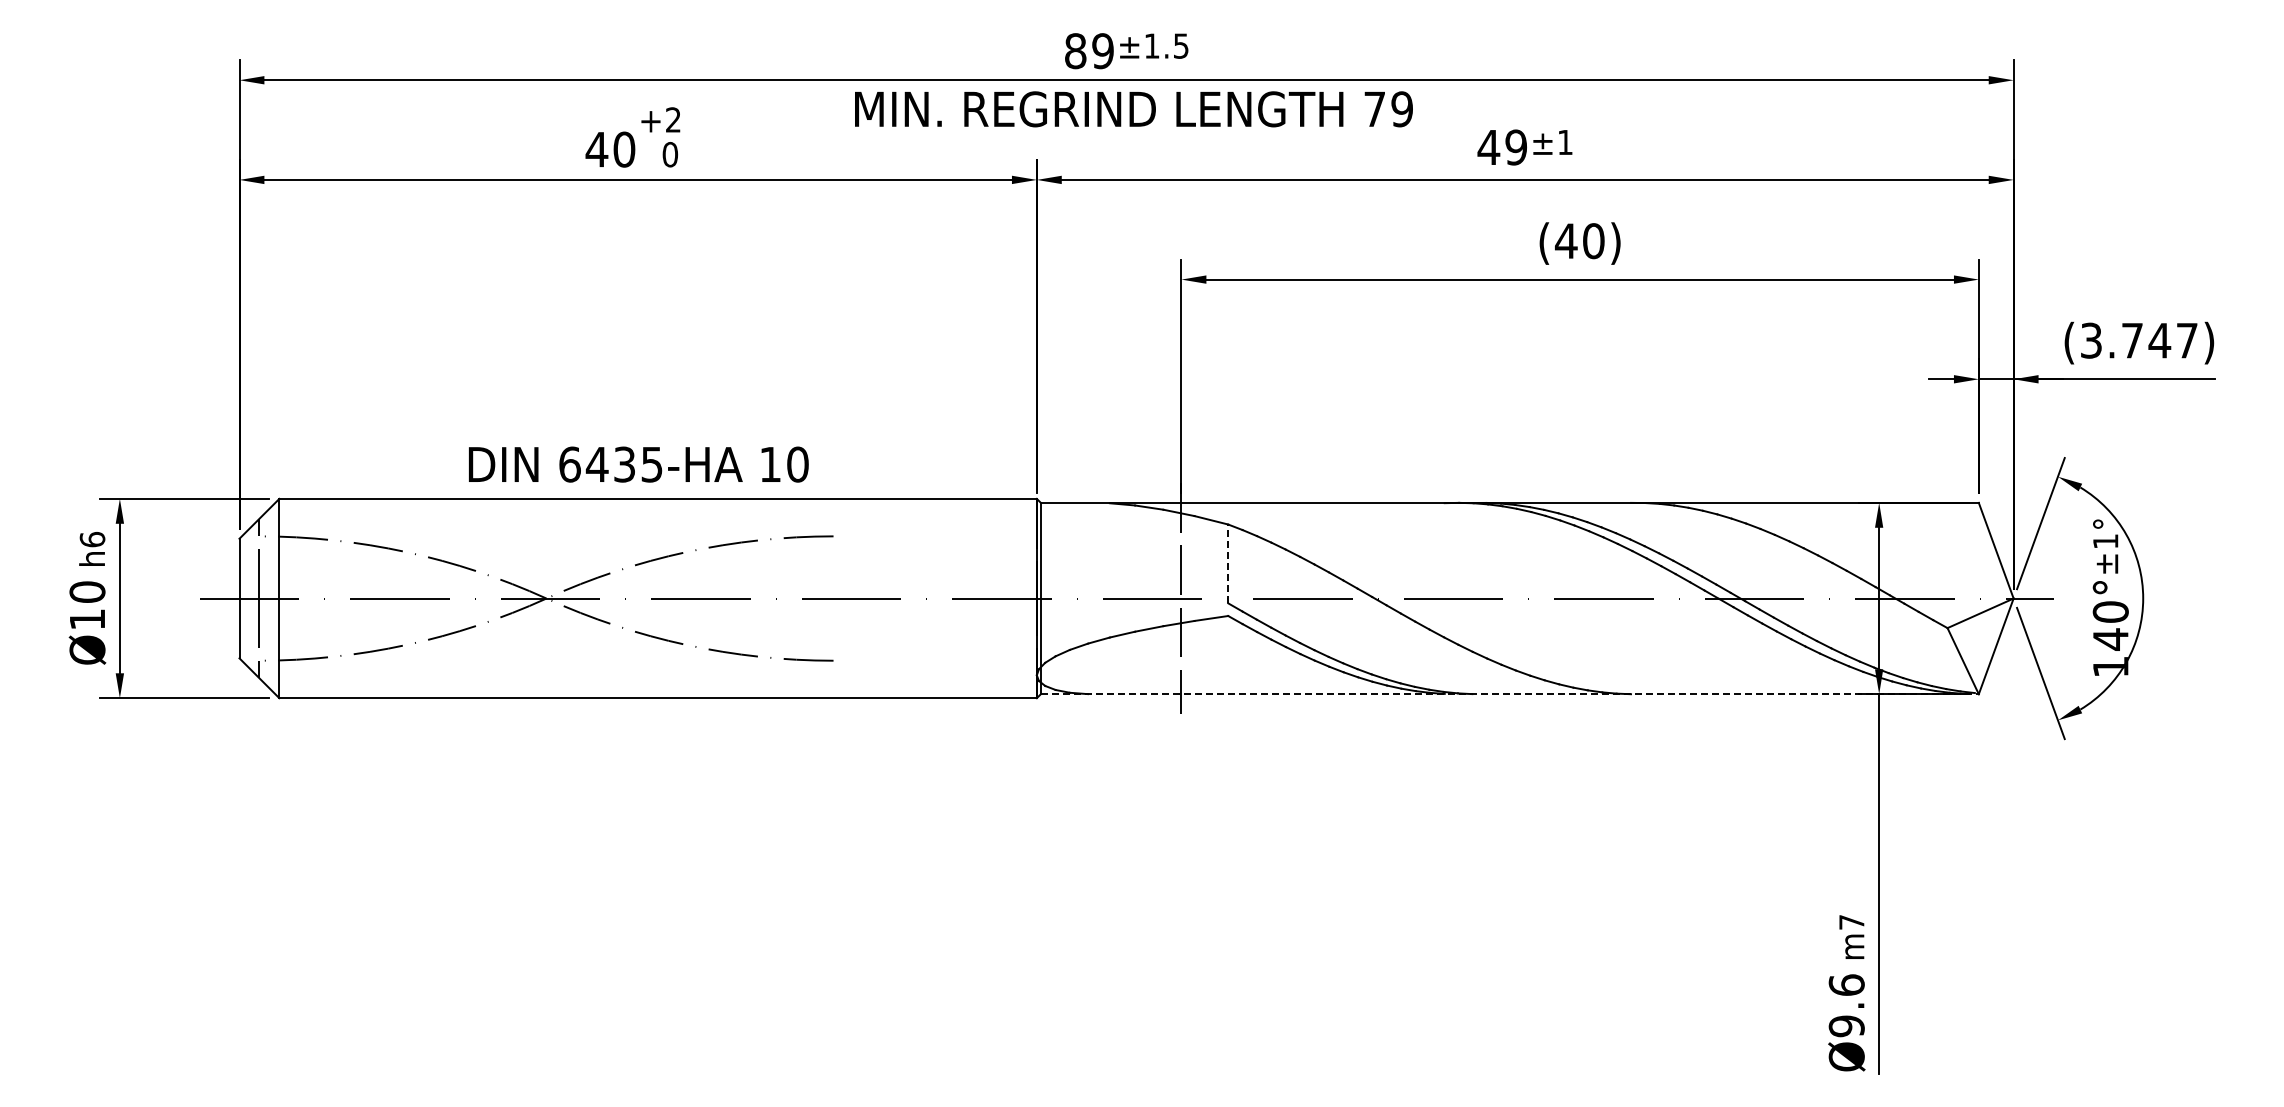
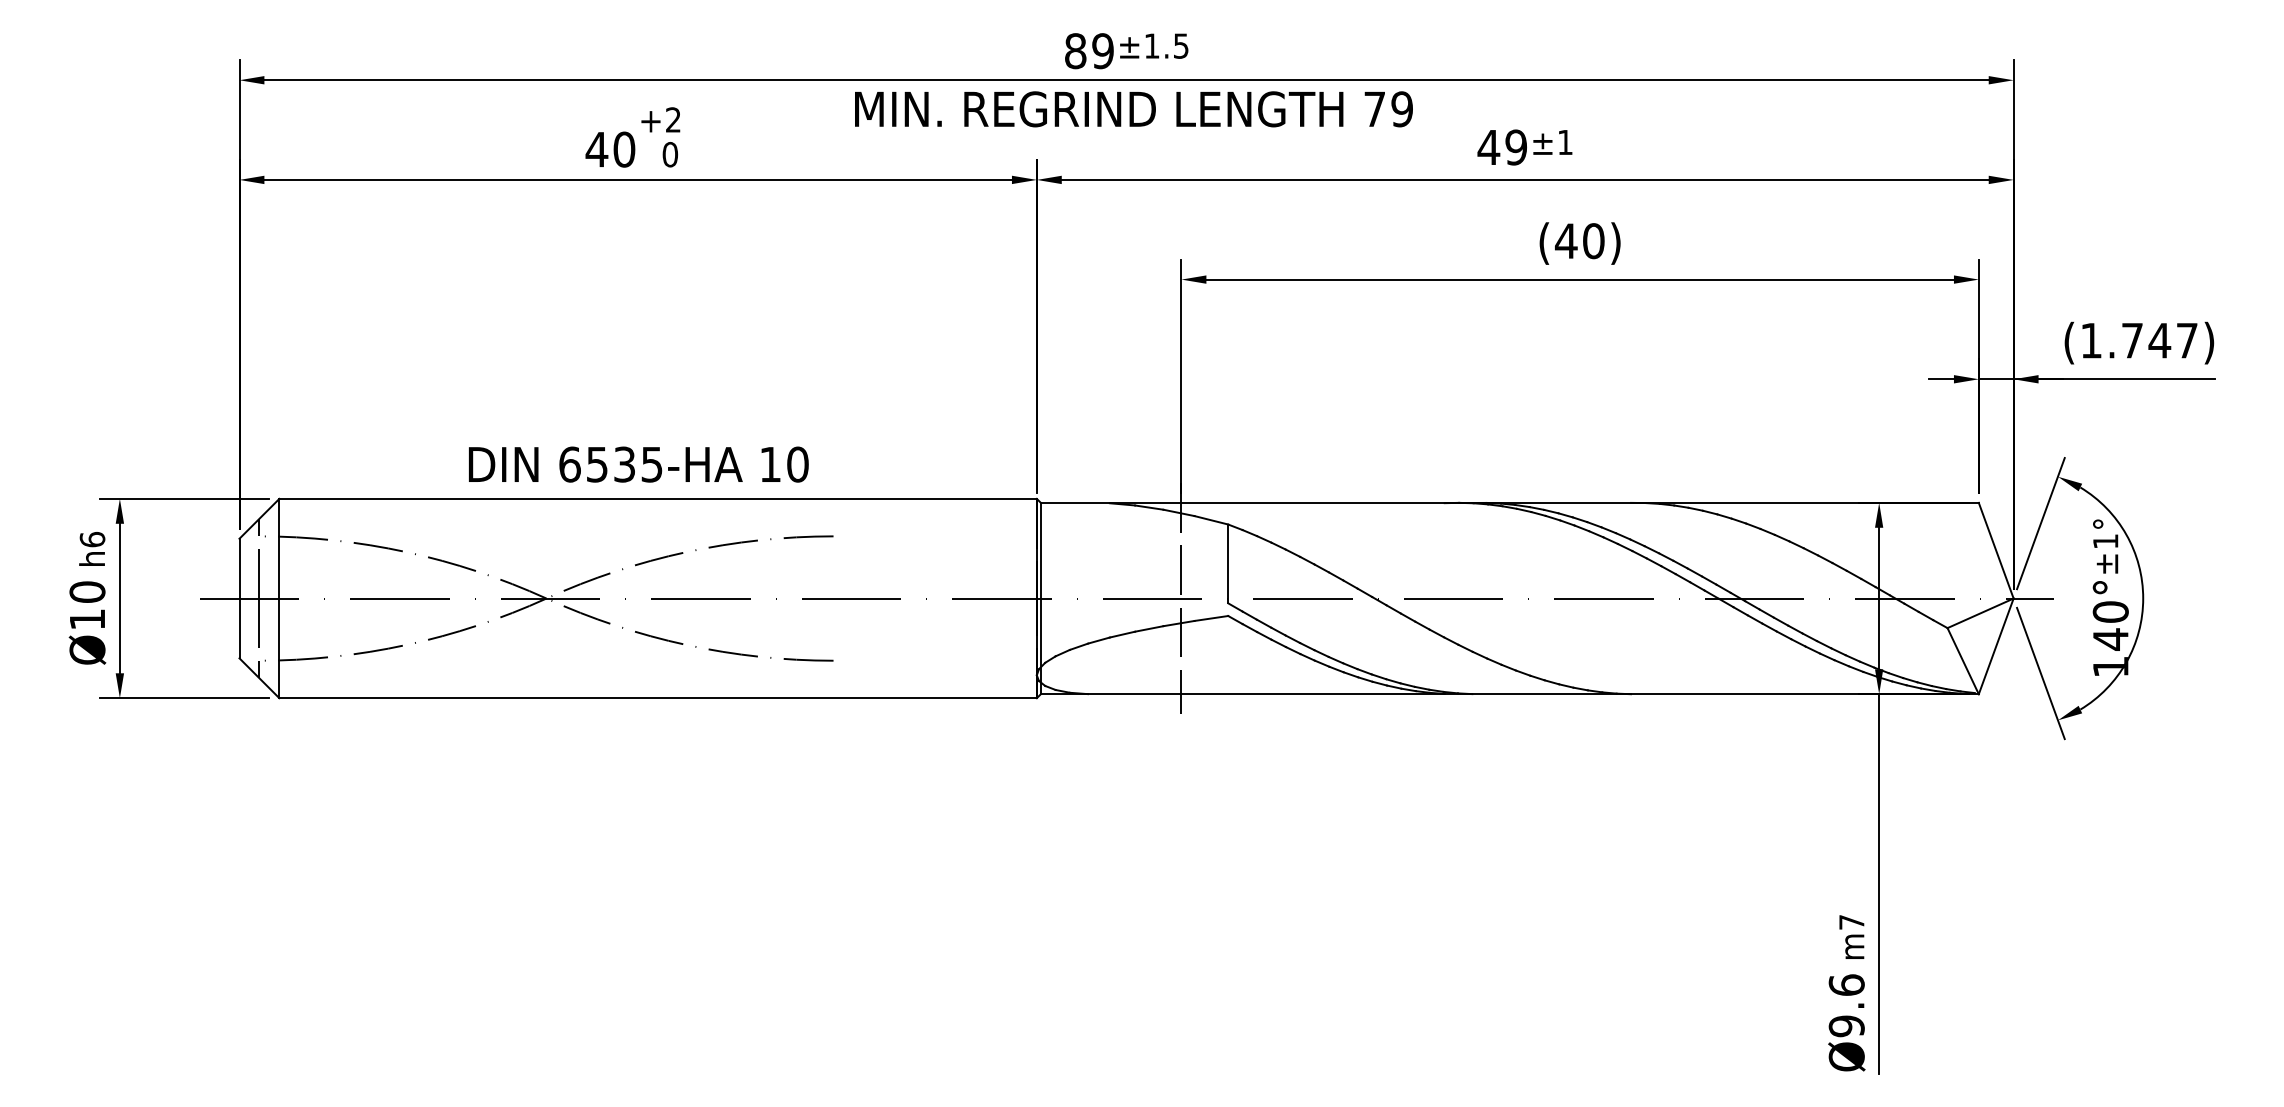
text at (2091, 340): (3.747) -> (1.747)
text at (596, 464): 6435-HA -> 6535-HA
line at (1228, 563): dashed -> solid
line at (1509, 694): dashed -> solid
